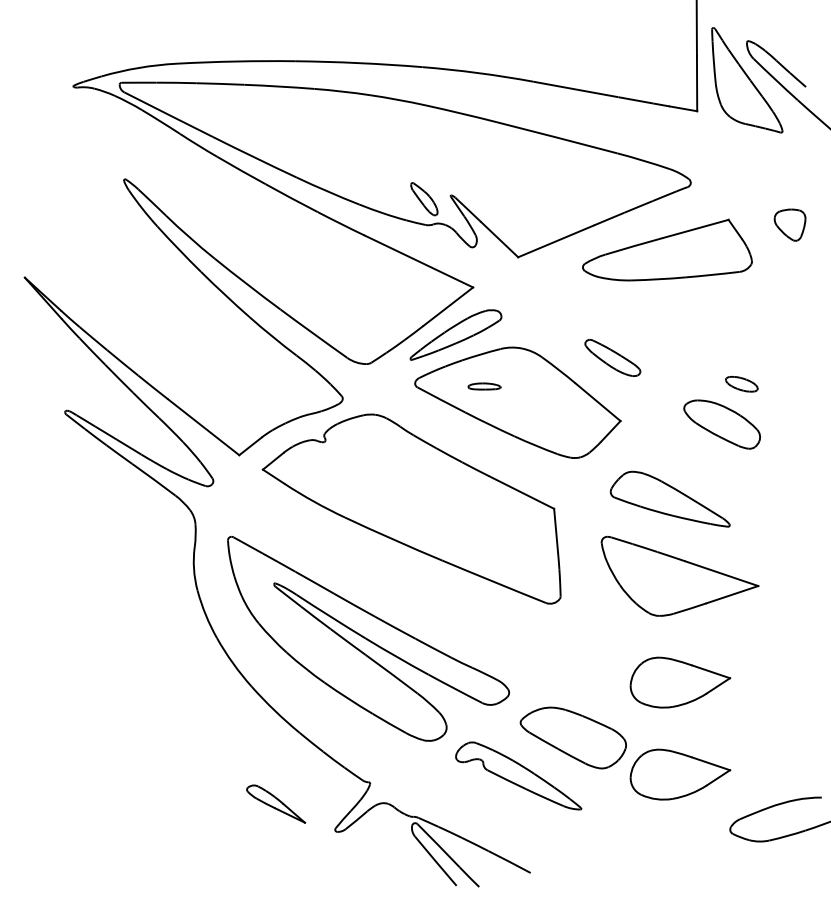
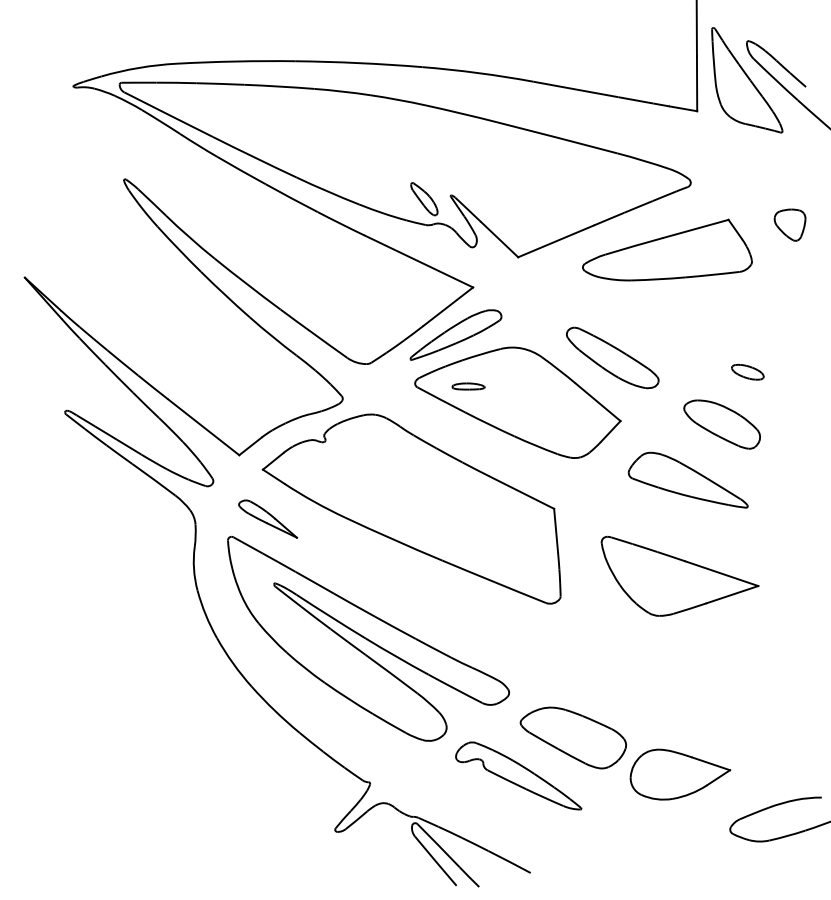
part at (612, 357) size: 58x38 px -> 94x64 px
part at (741, 384) position: (741, 384) -> (747, 372)
part at (484, 386) position: (484, 386) -> (468, 386)
part at (669, 498) position: (669, 498) -> (687, 479)
part at (680, 682): present -> none
part at (276, 803) position: (276, 803) -> (268, 518)
